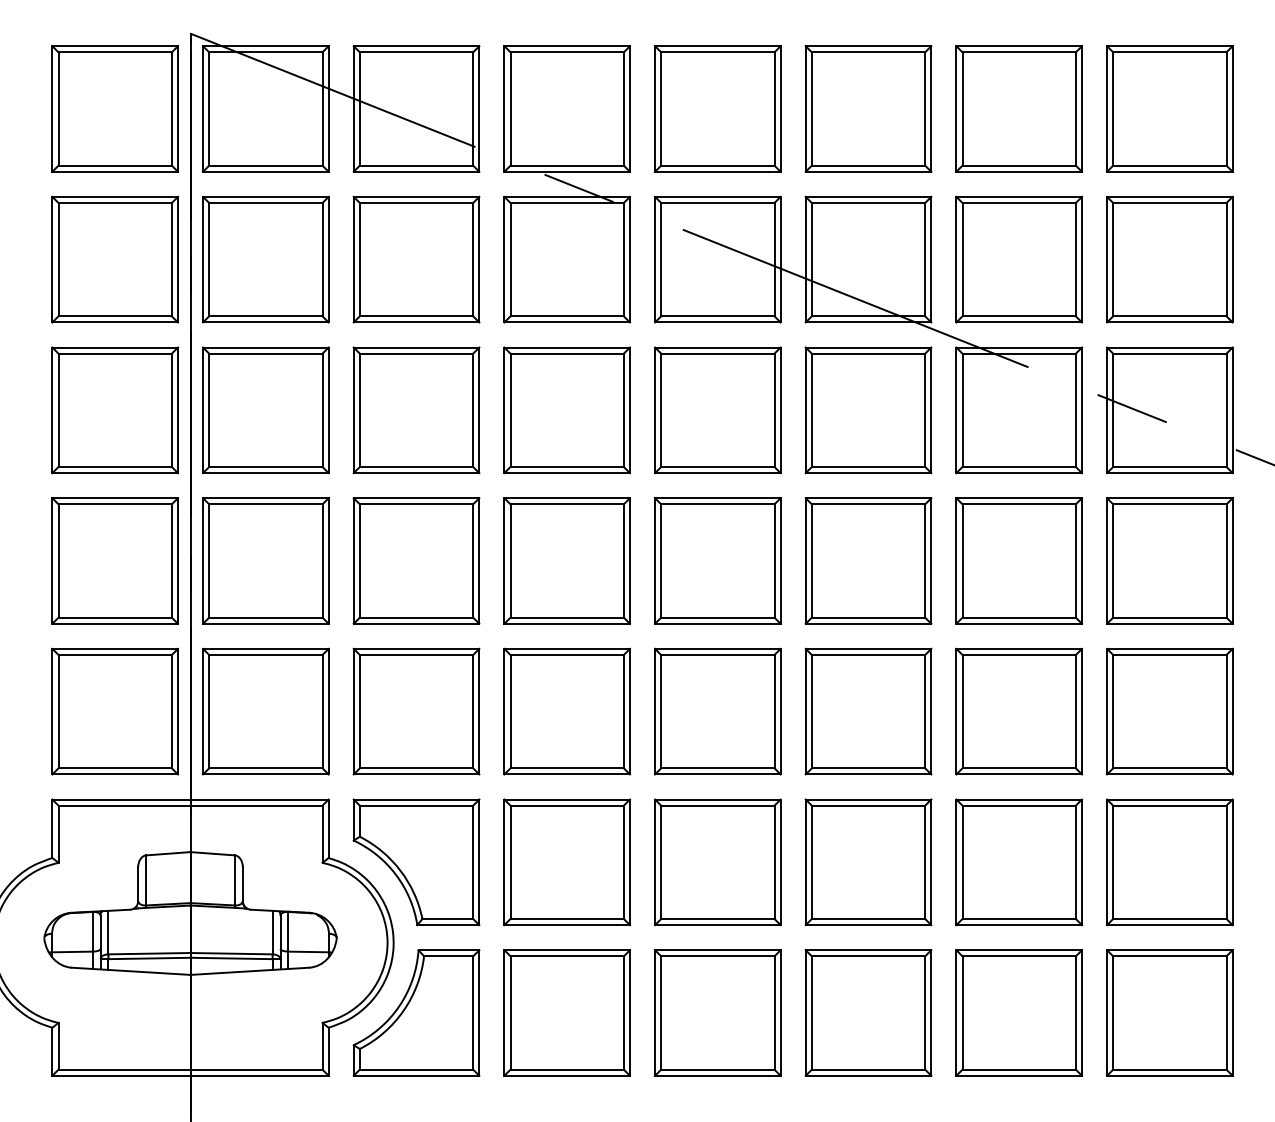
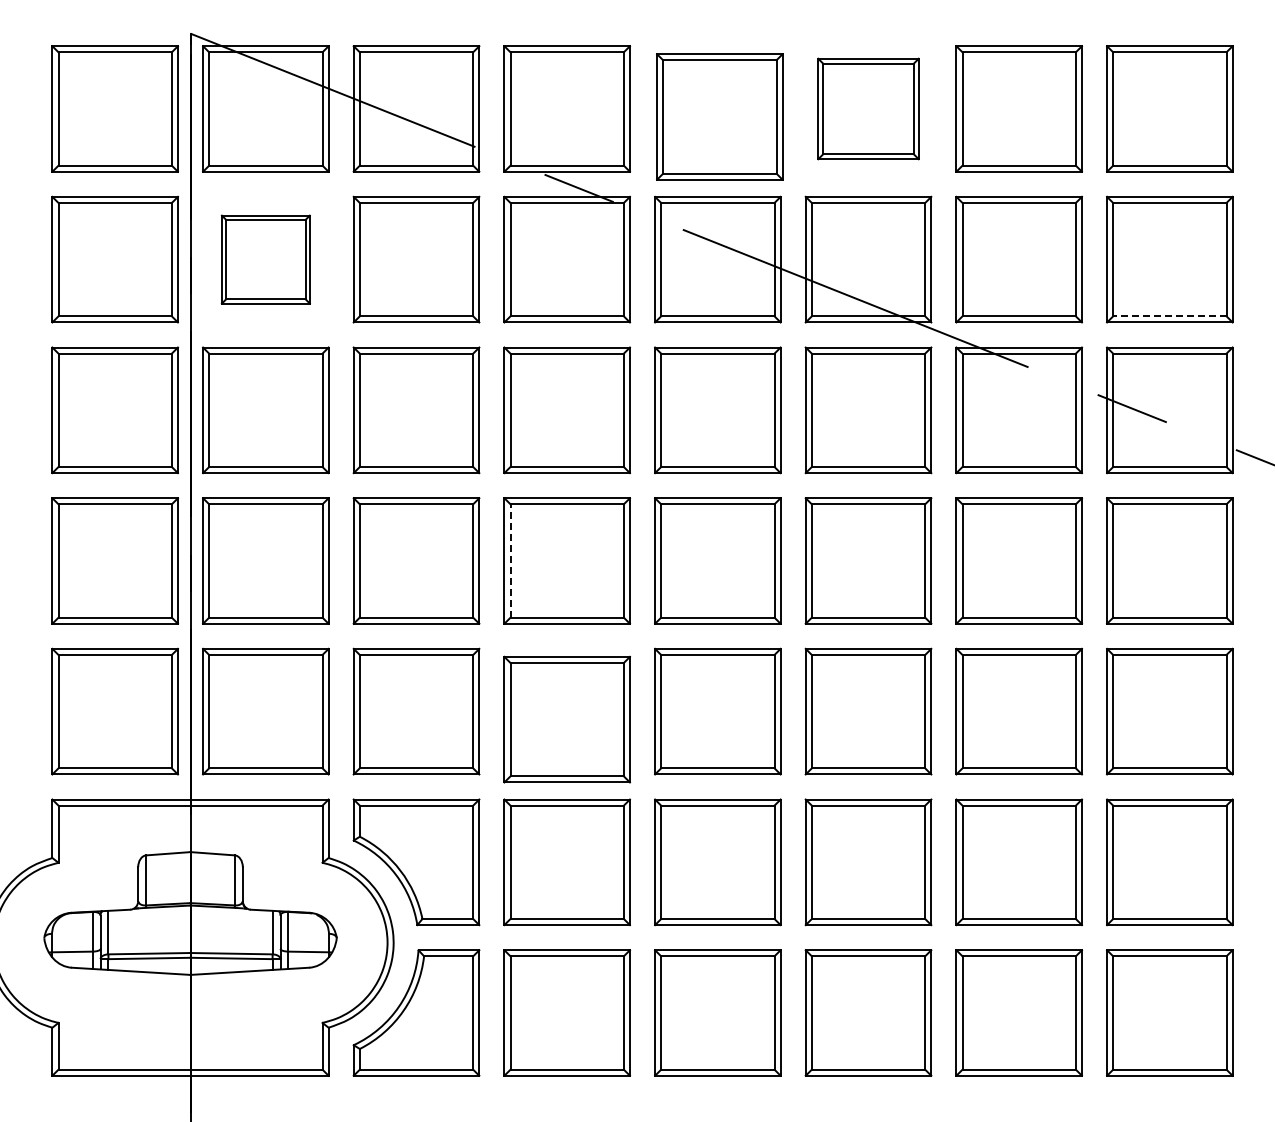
part at (717, 108) position: (717, 108) -> (719, 116)
part at (868, 108) size: 129x128 px -> 103x104 px
part at (265, 259) size: 128x129 px -> 91x91 px
line at (1169, 316): solid -> dashed
line at (510, 561): solid -> dashed
part at (566, 711) position: (566, 711) -> (566, 719)
